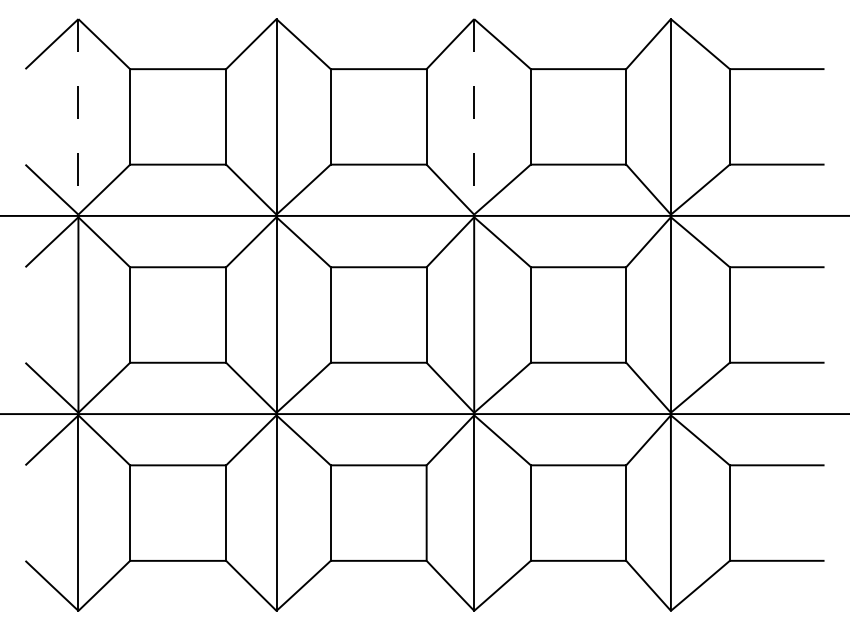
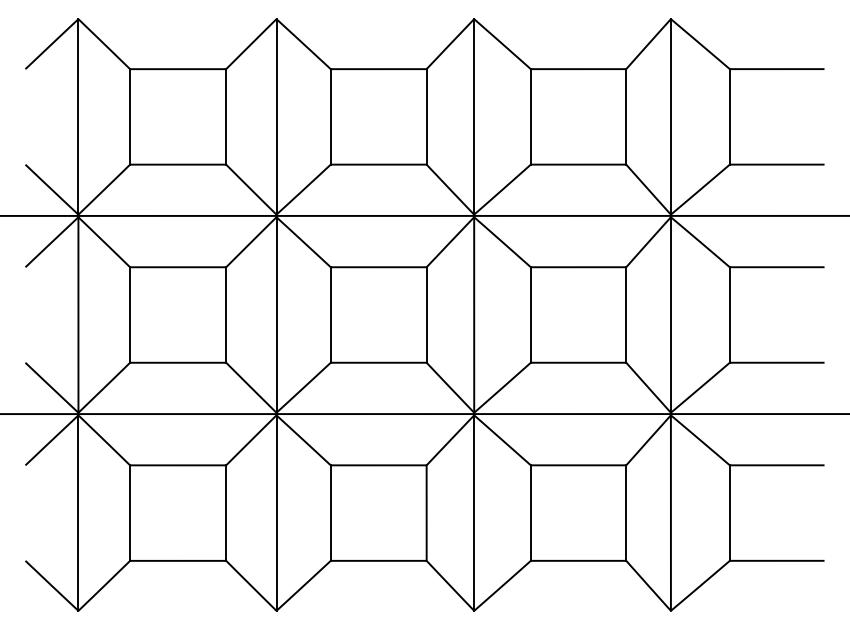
line at (78, 116): dashed -> solid
line at (474, 116): dashed -> solid
